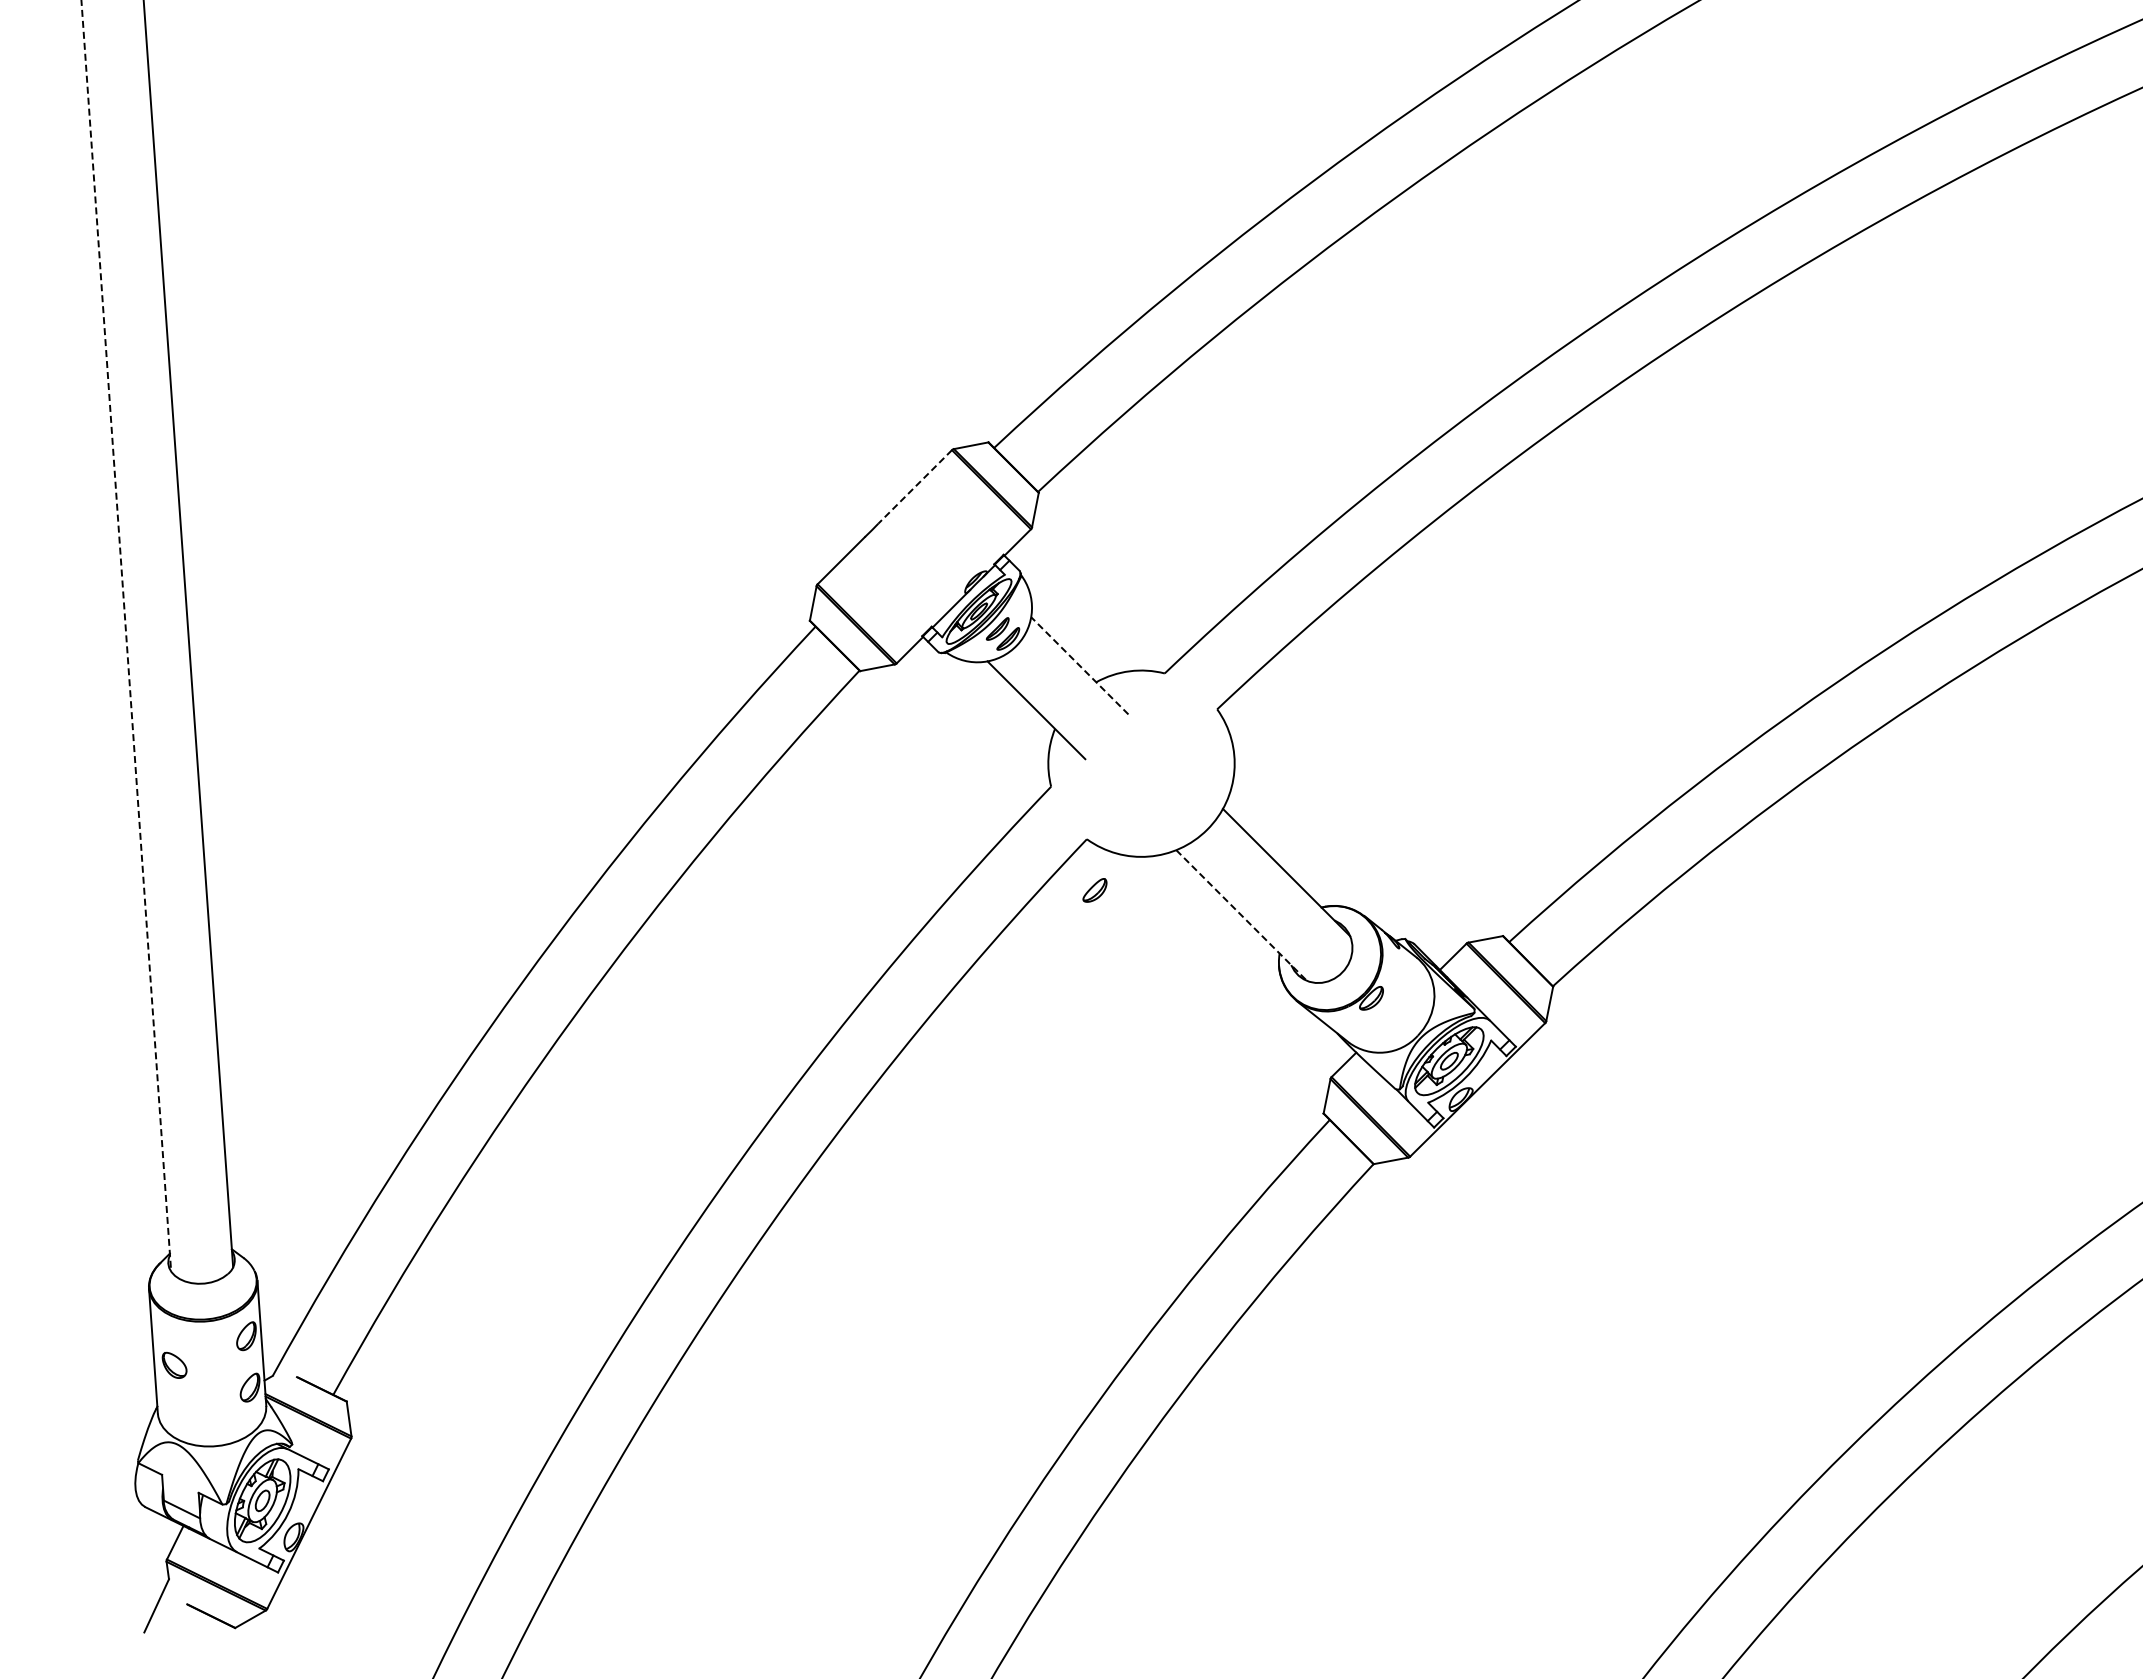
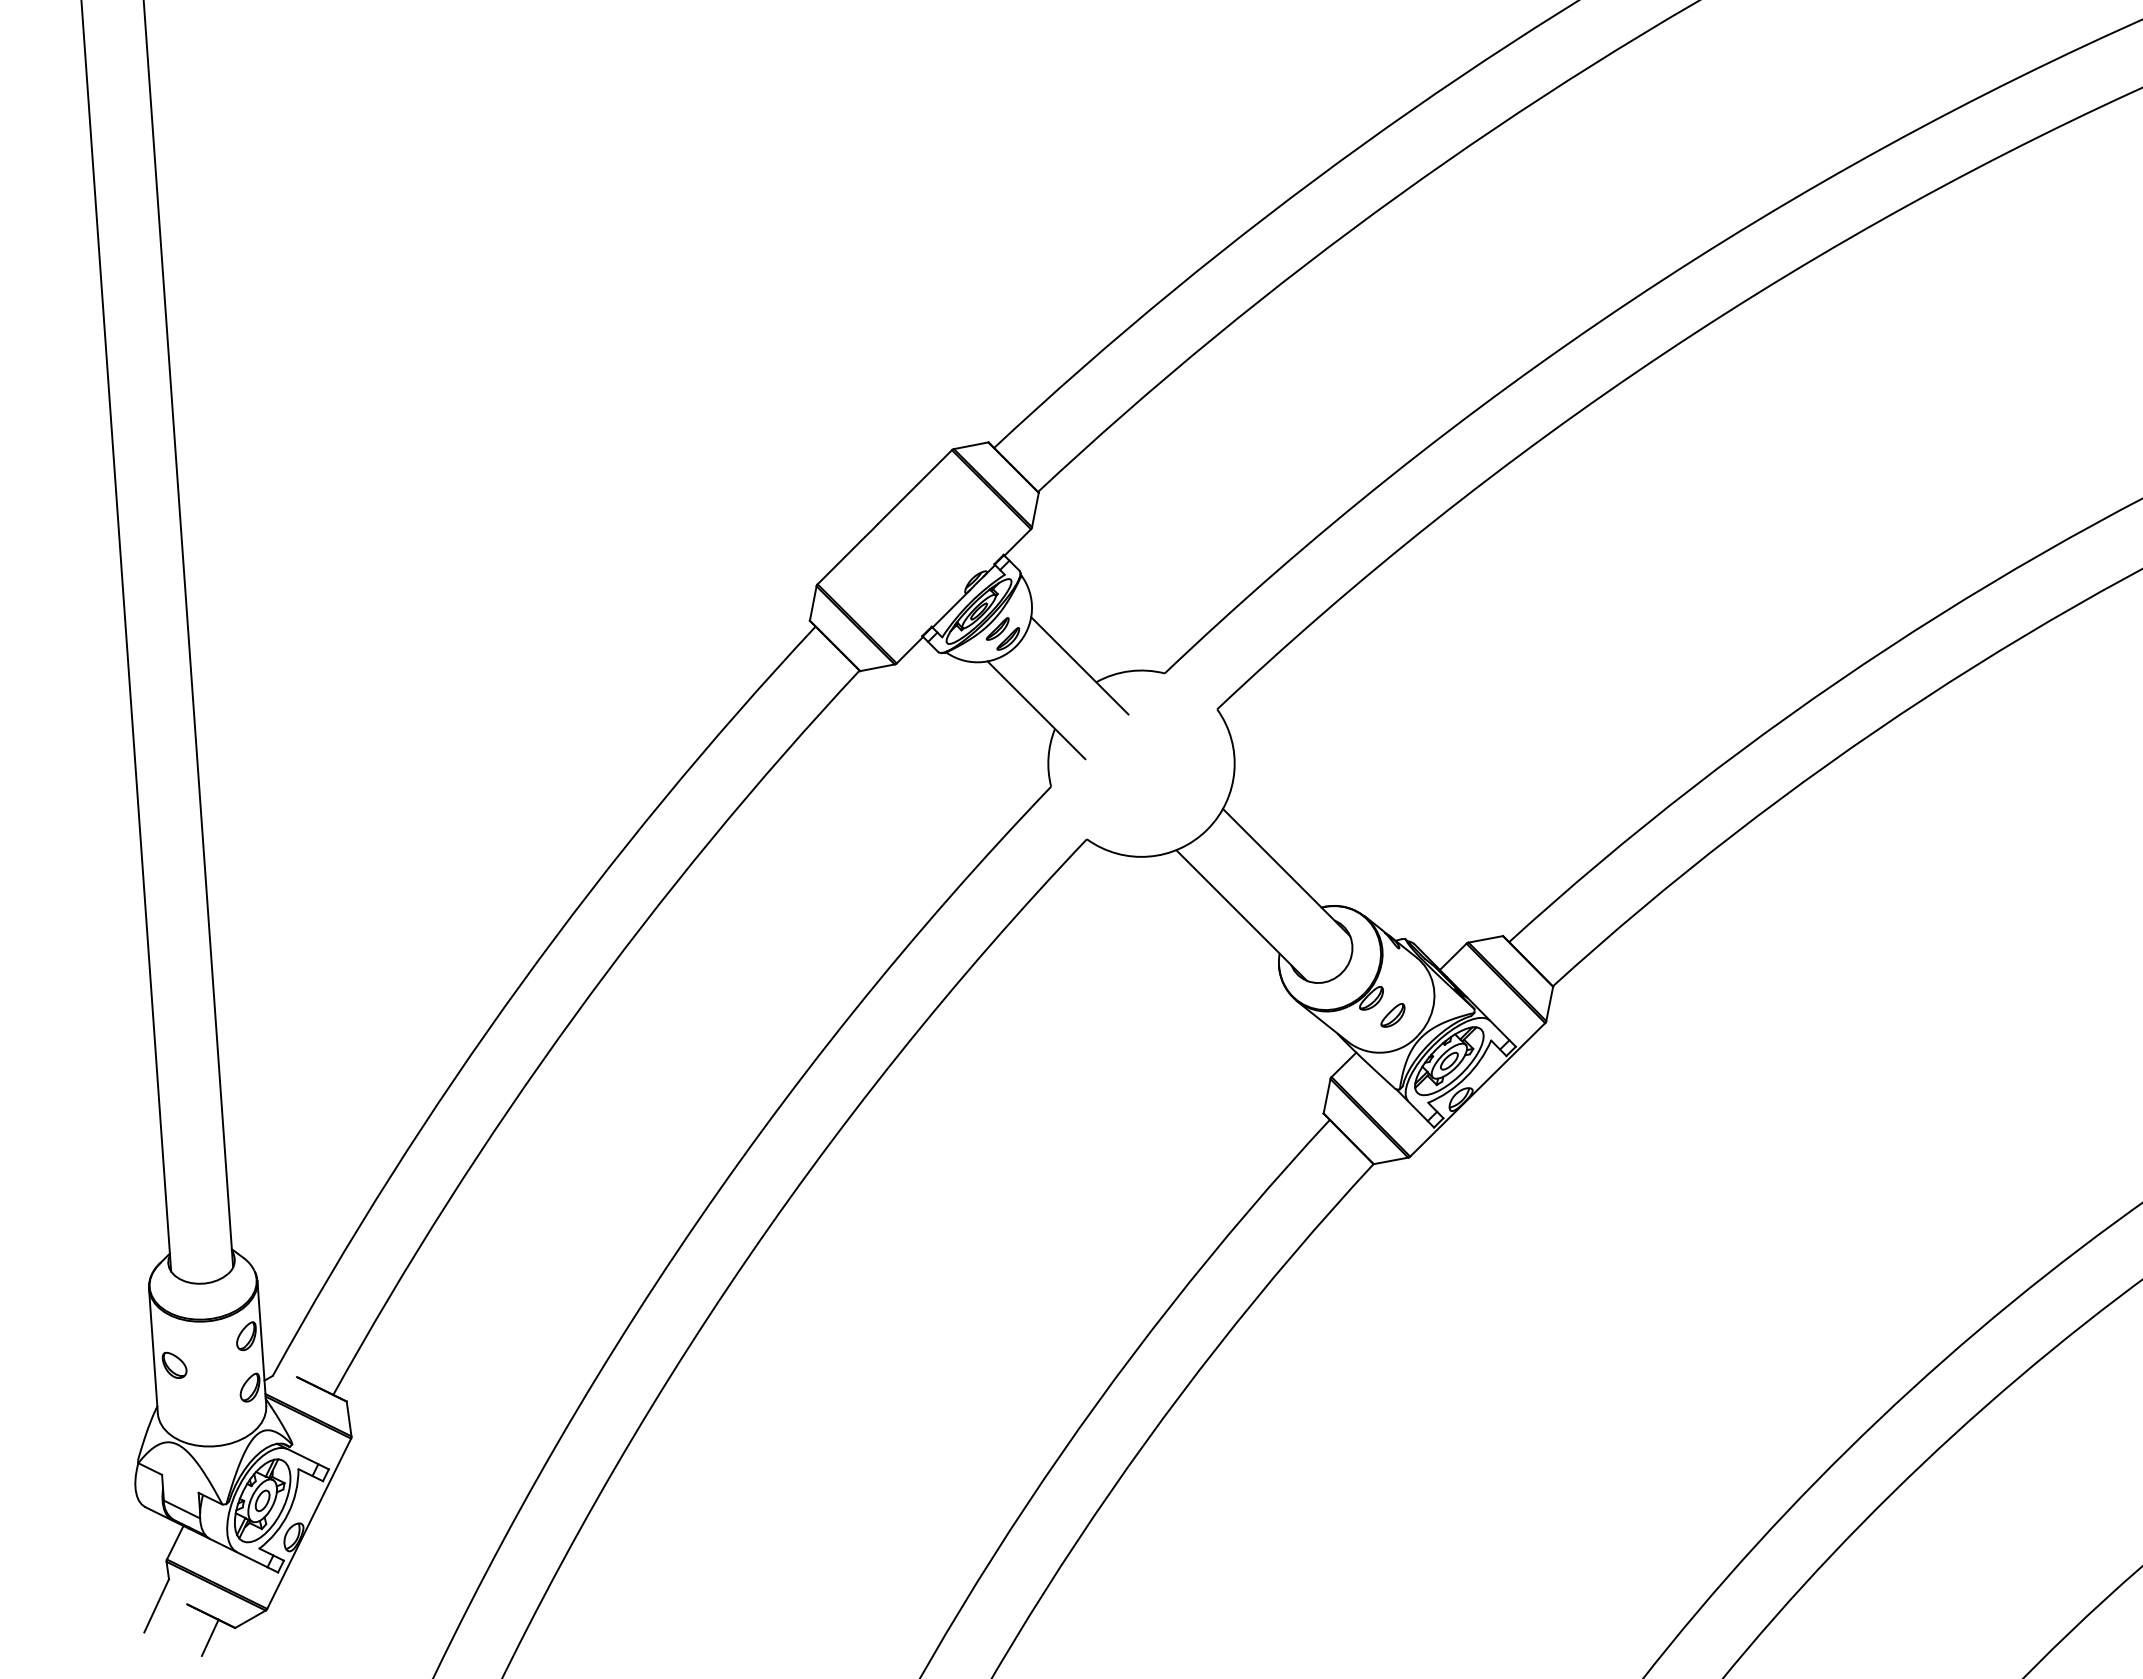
line at (914, 487): dashed -> solid
line at (126, 636): dashed -> solid
line at (1079, 665): dashed -> solid
part at (1094, 890) position: (1094, 890) -> (1392, 1015)
line at (1242, 915): dashed -> solid
line at (209, 1637): none -> present
